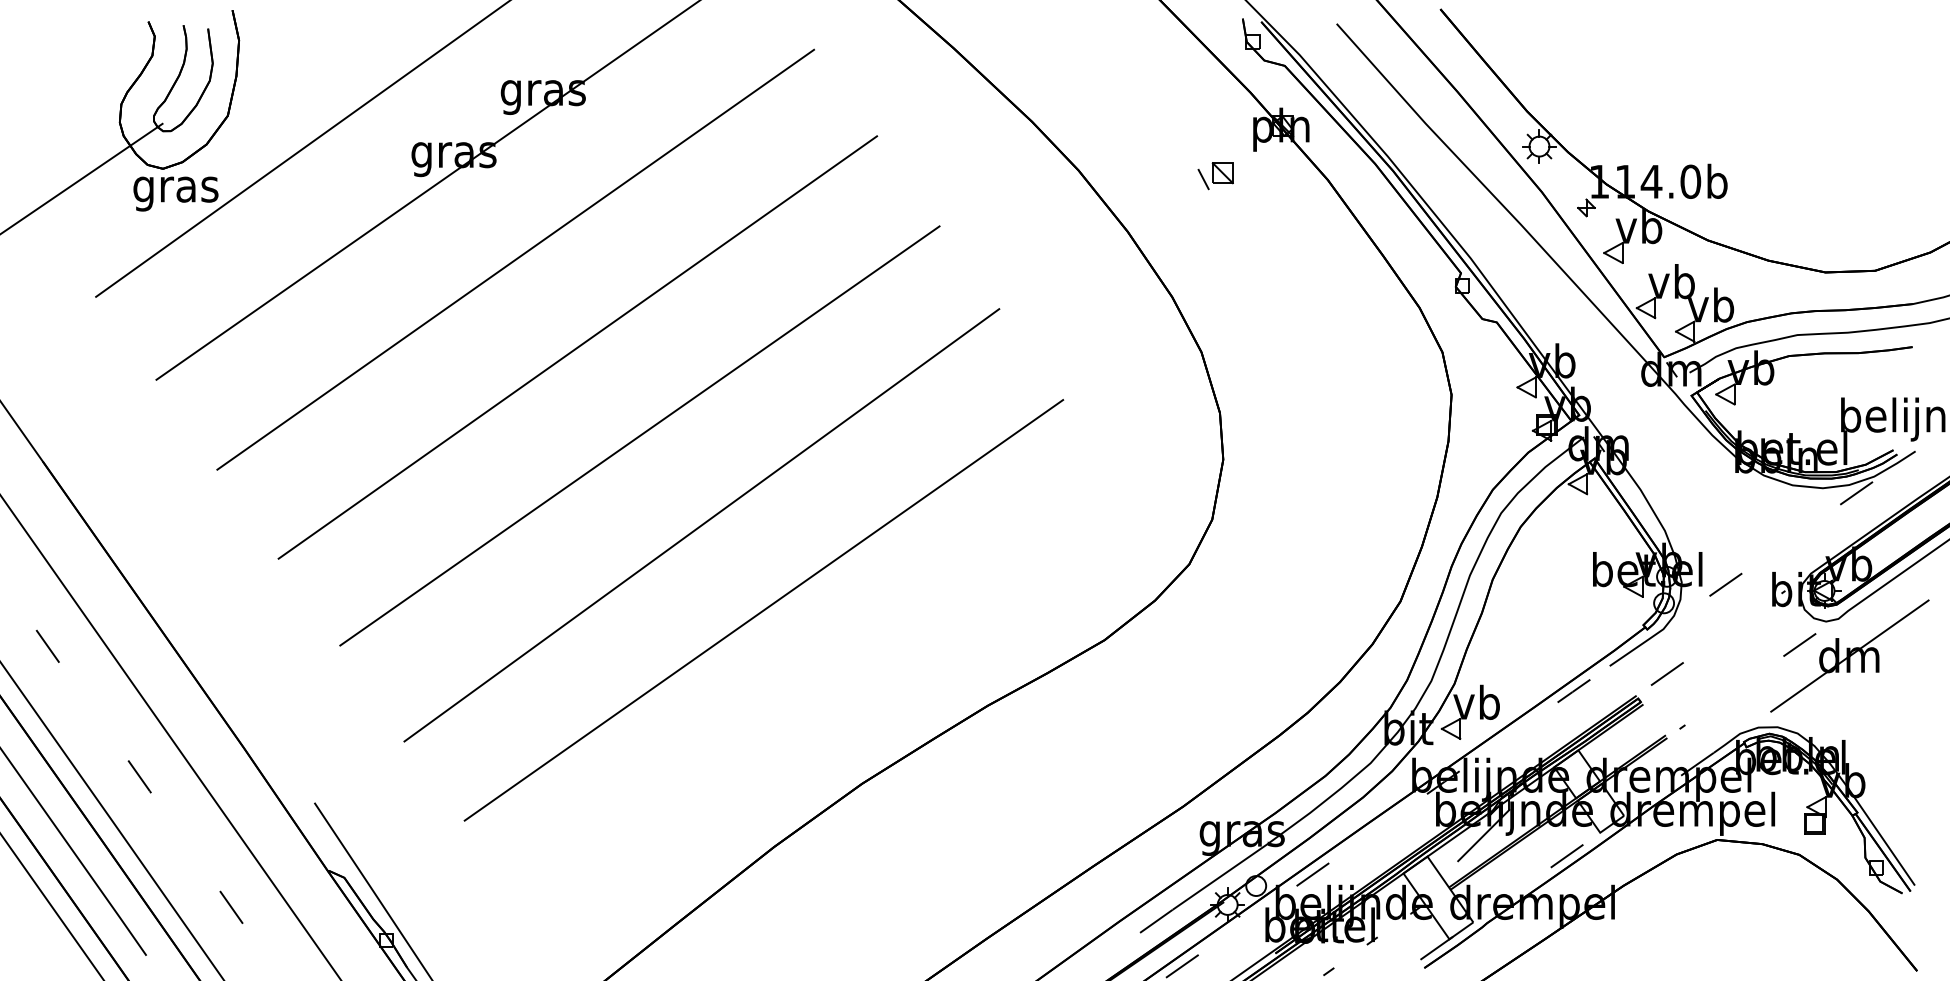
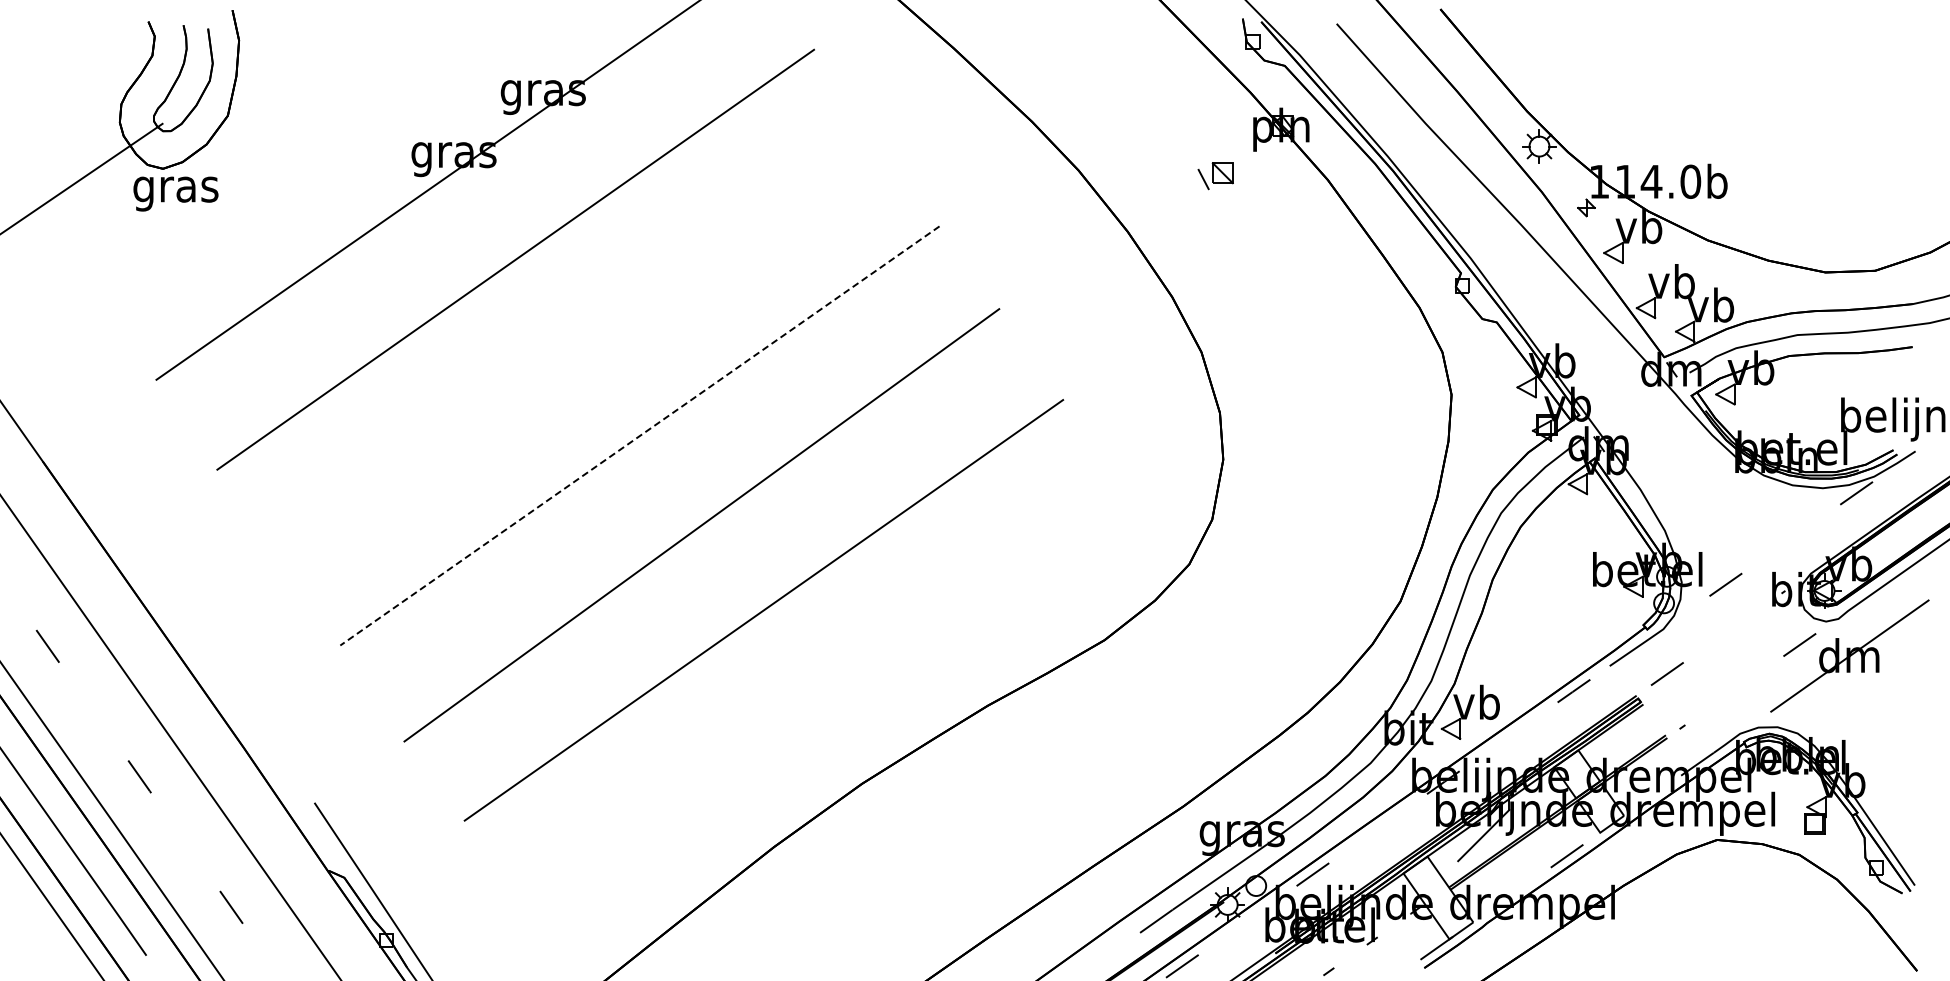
line at (301, 149): present -> none
line at (577, 347): present -> none
line at (639, 435): solid -> dashed
